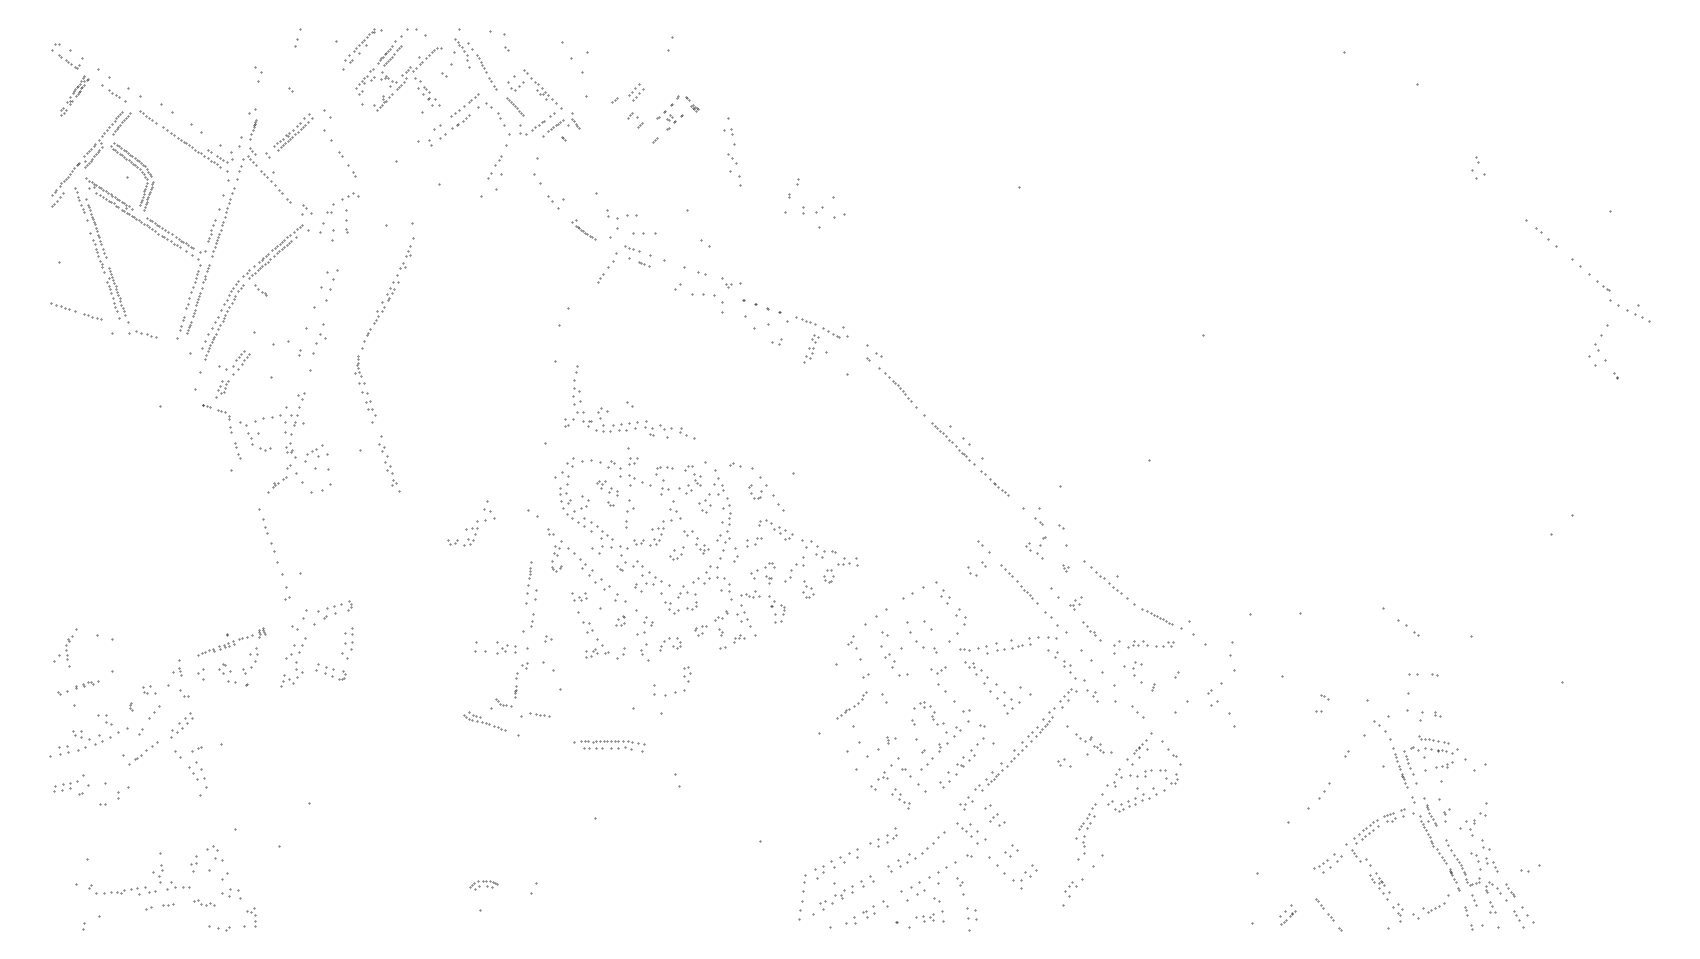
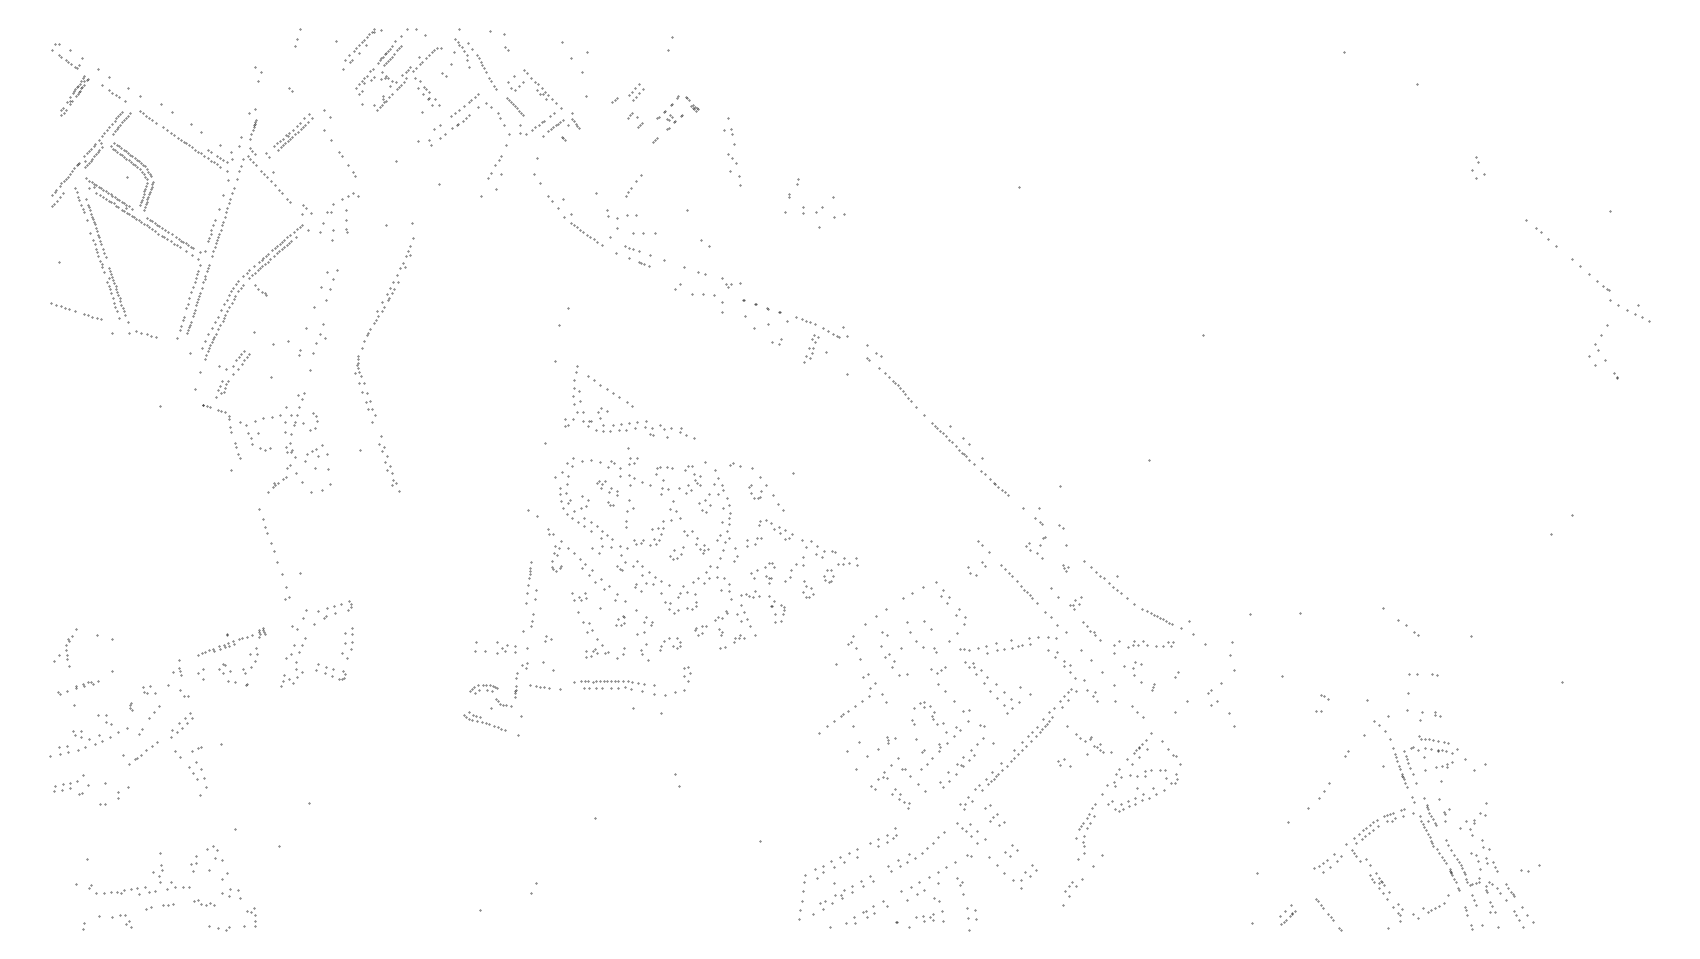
part at (583, 229) size: 26x22 px -> 41x34 px
part at (605, 271) position: (605, 271) -> (633, 185)
part at (603, 386): none -> present
part at (313, 421): none -> present
part at (471, 523): present -> none
part at (851, 705) size: 32x29 px -> 51x46 px
part at (539, 714) position: (539, 714) -> (539, 686)
part at (609, 746) position: (609, 746) -> (609, 686)
part at (483, 885) position: (483, 885) -> (483, 689)
part at (121, 921): none -> present
